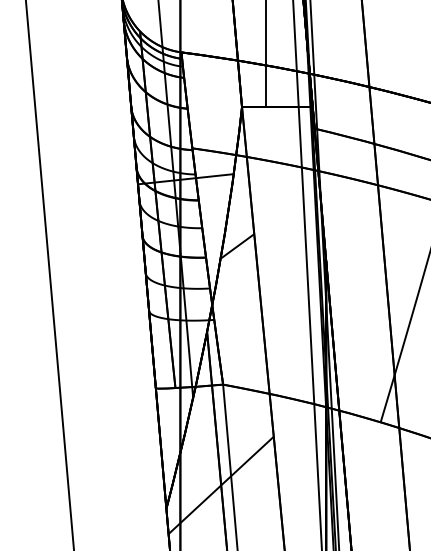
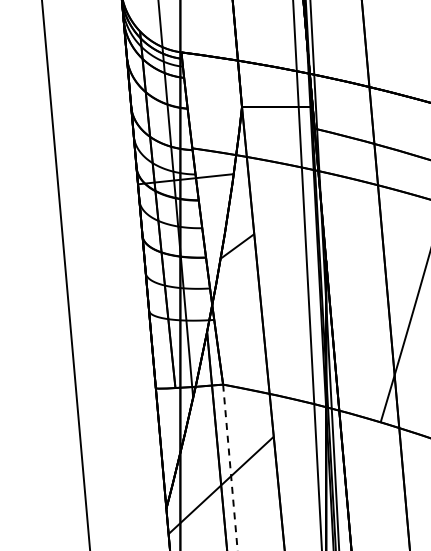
line at (266, 54): present -> none
line at (49, 274) position: (49, 274) -> (65, 274)
line at (230, 468): solid -> dashed
